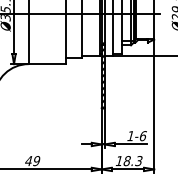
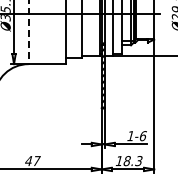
line at (28, 32): solid -> dashed
text at (36, 161): 49 -> 47
